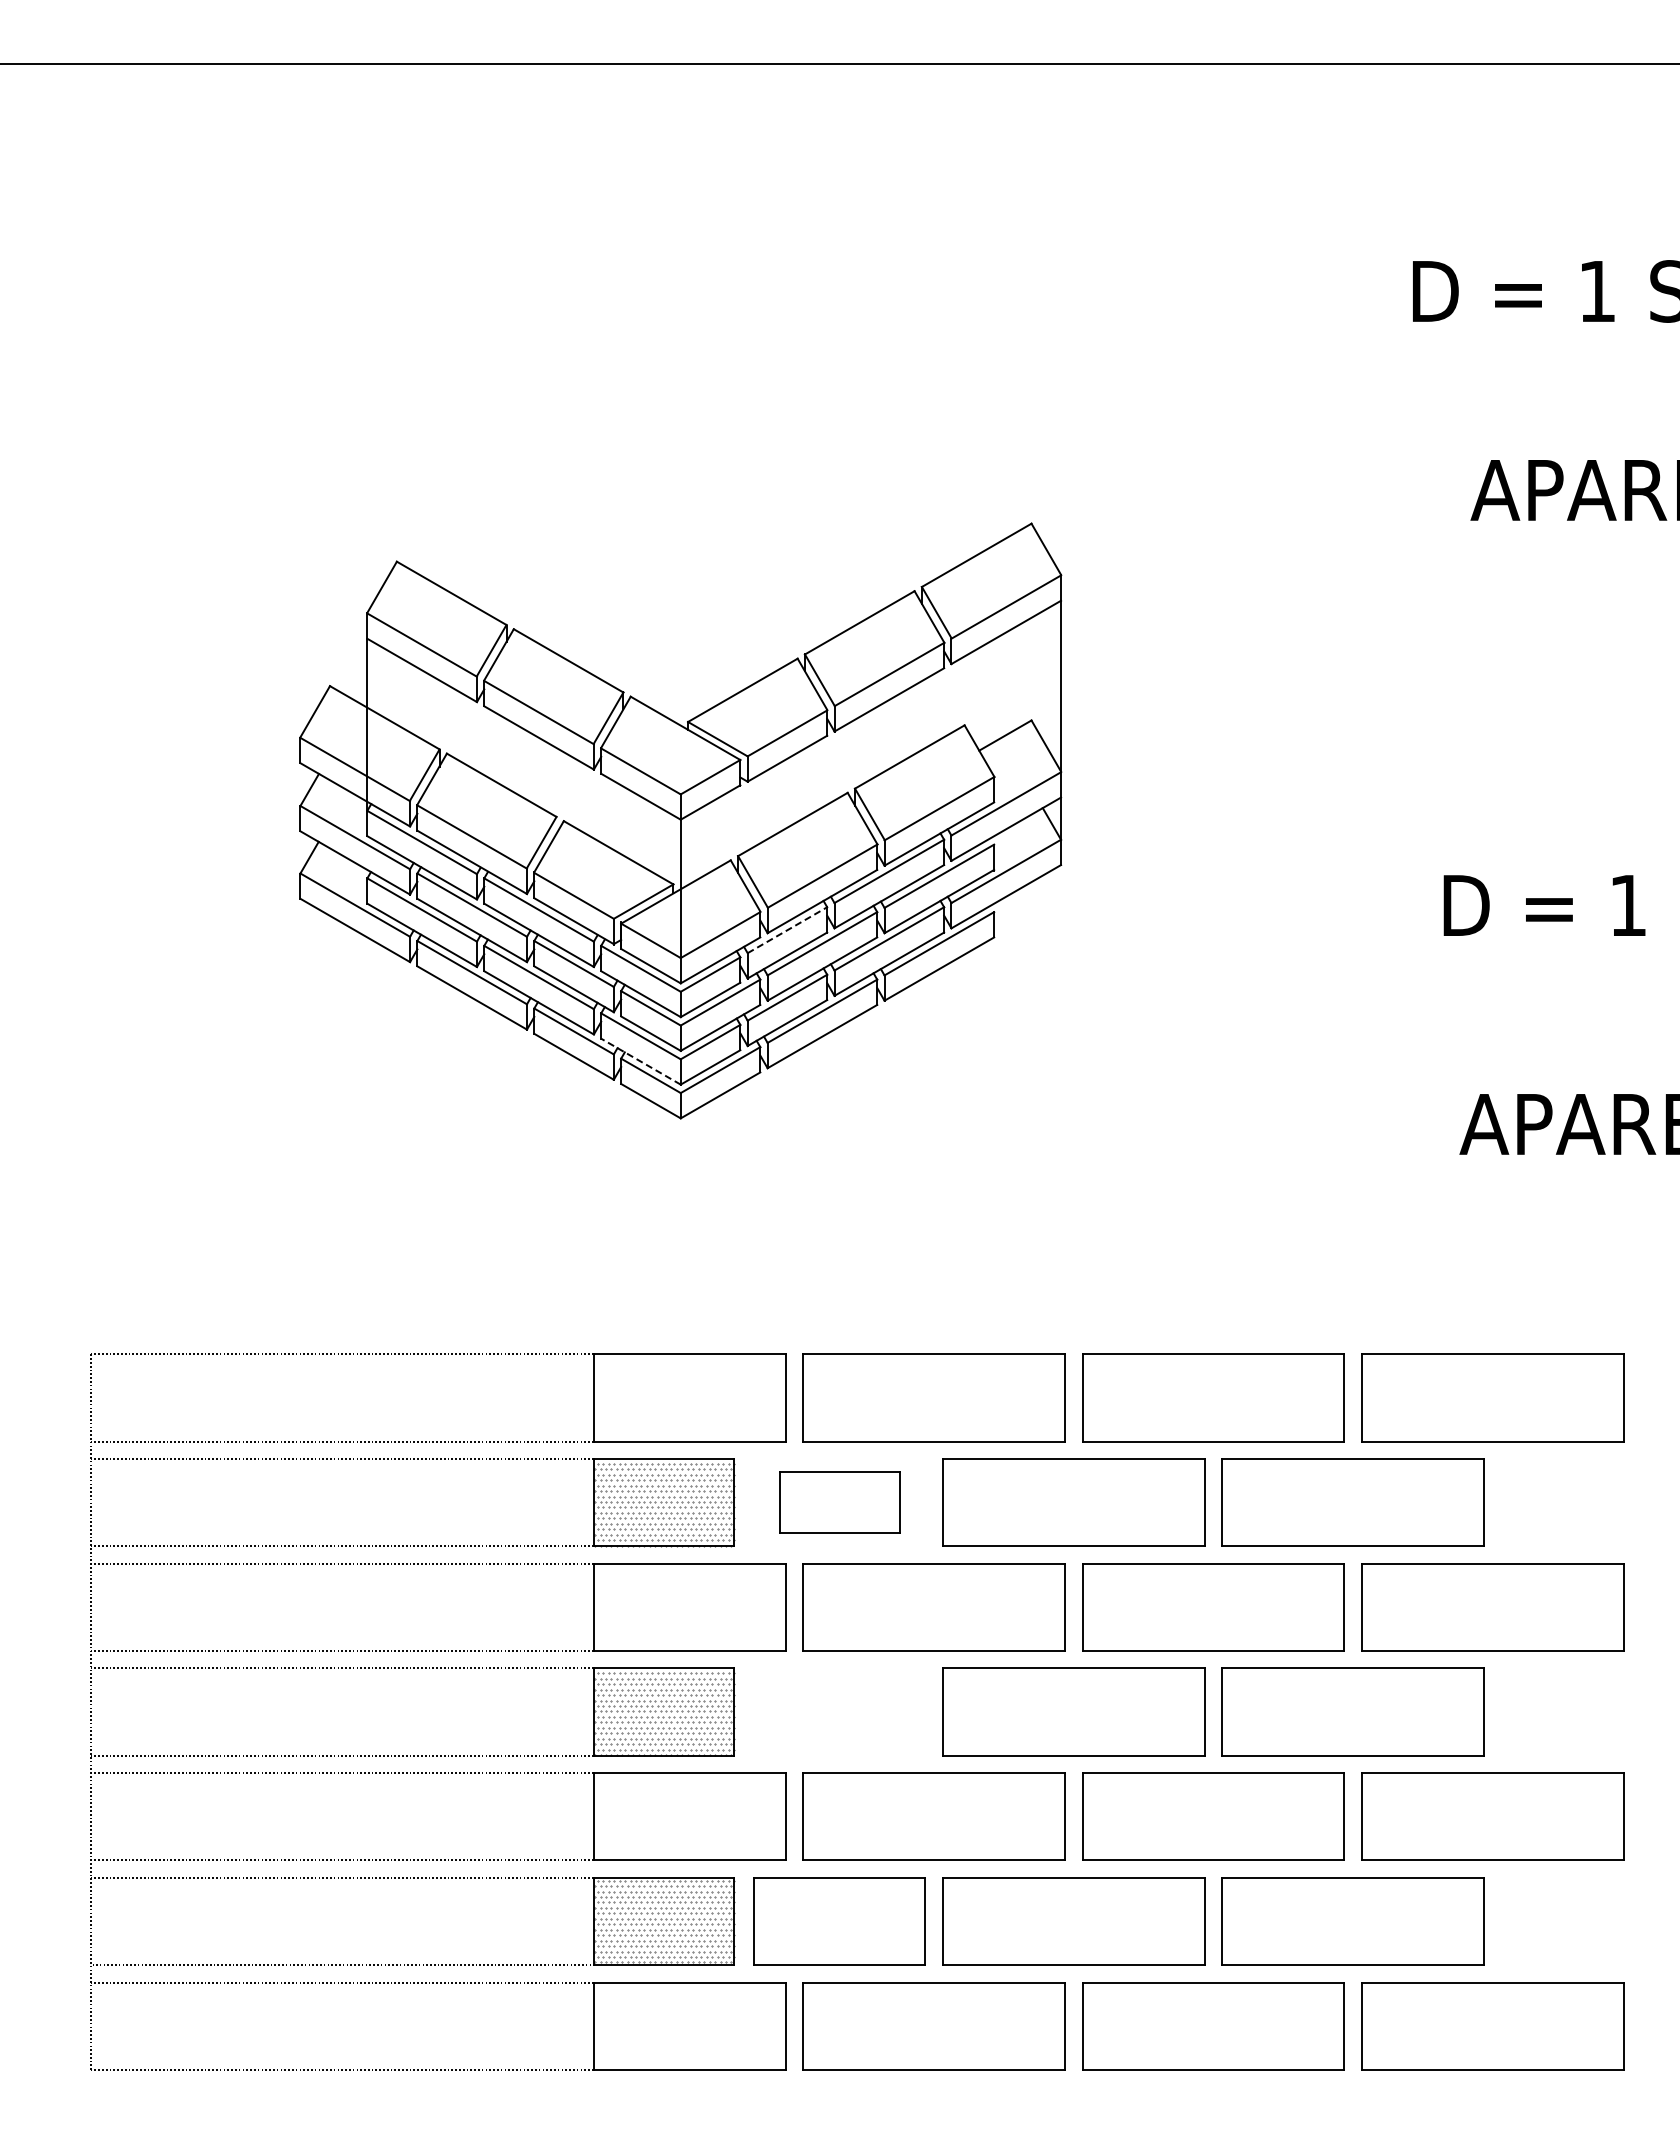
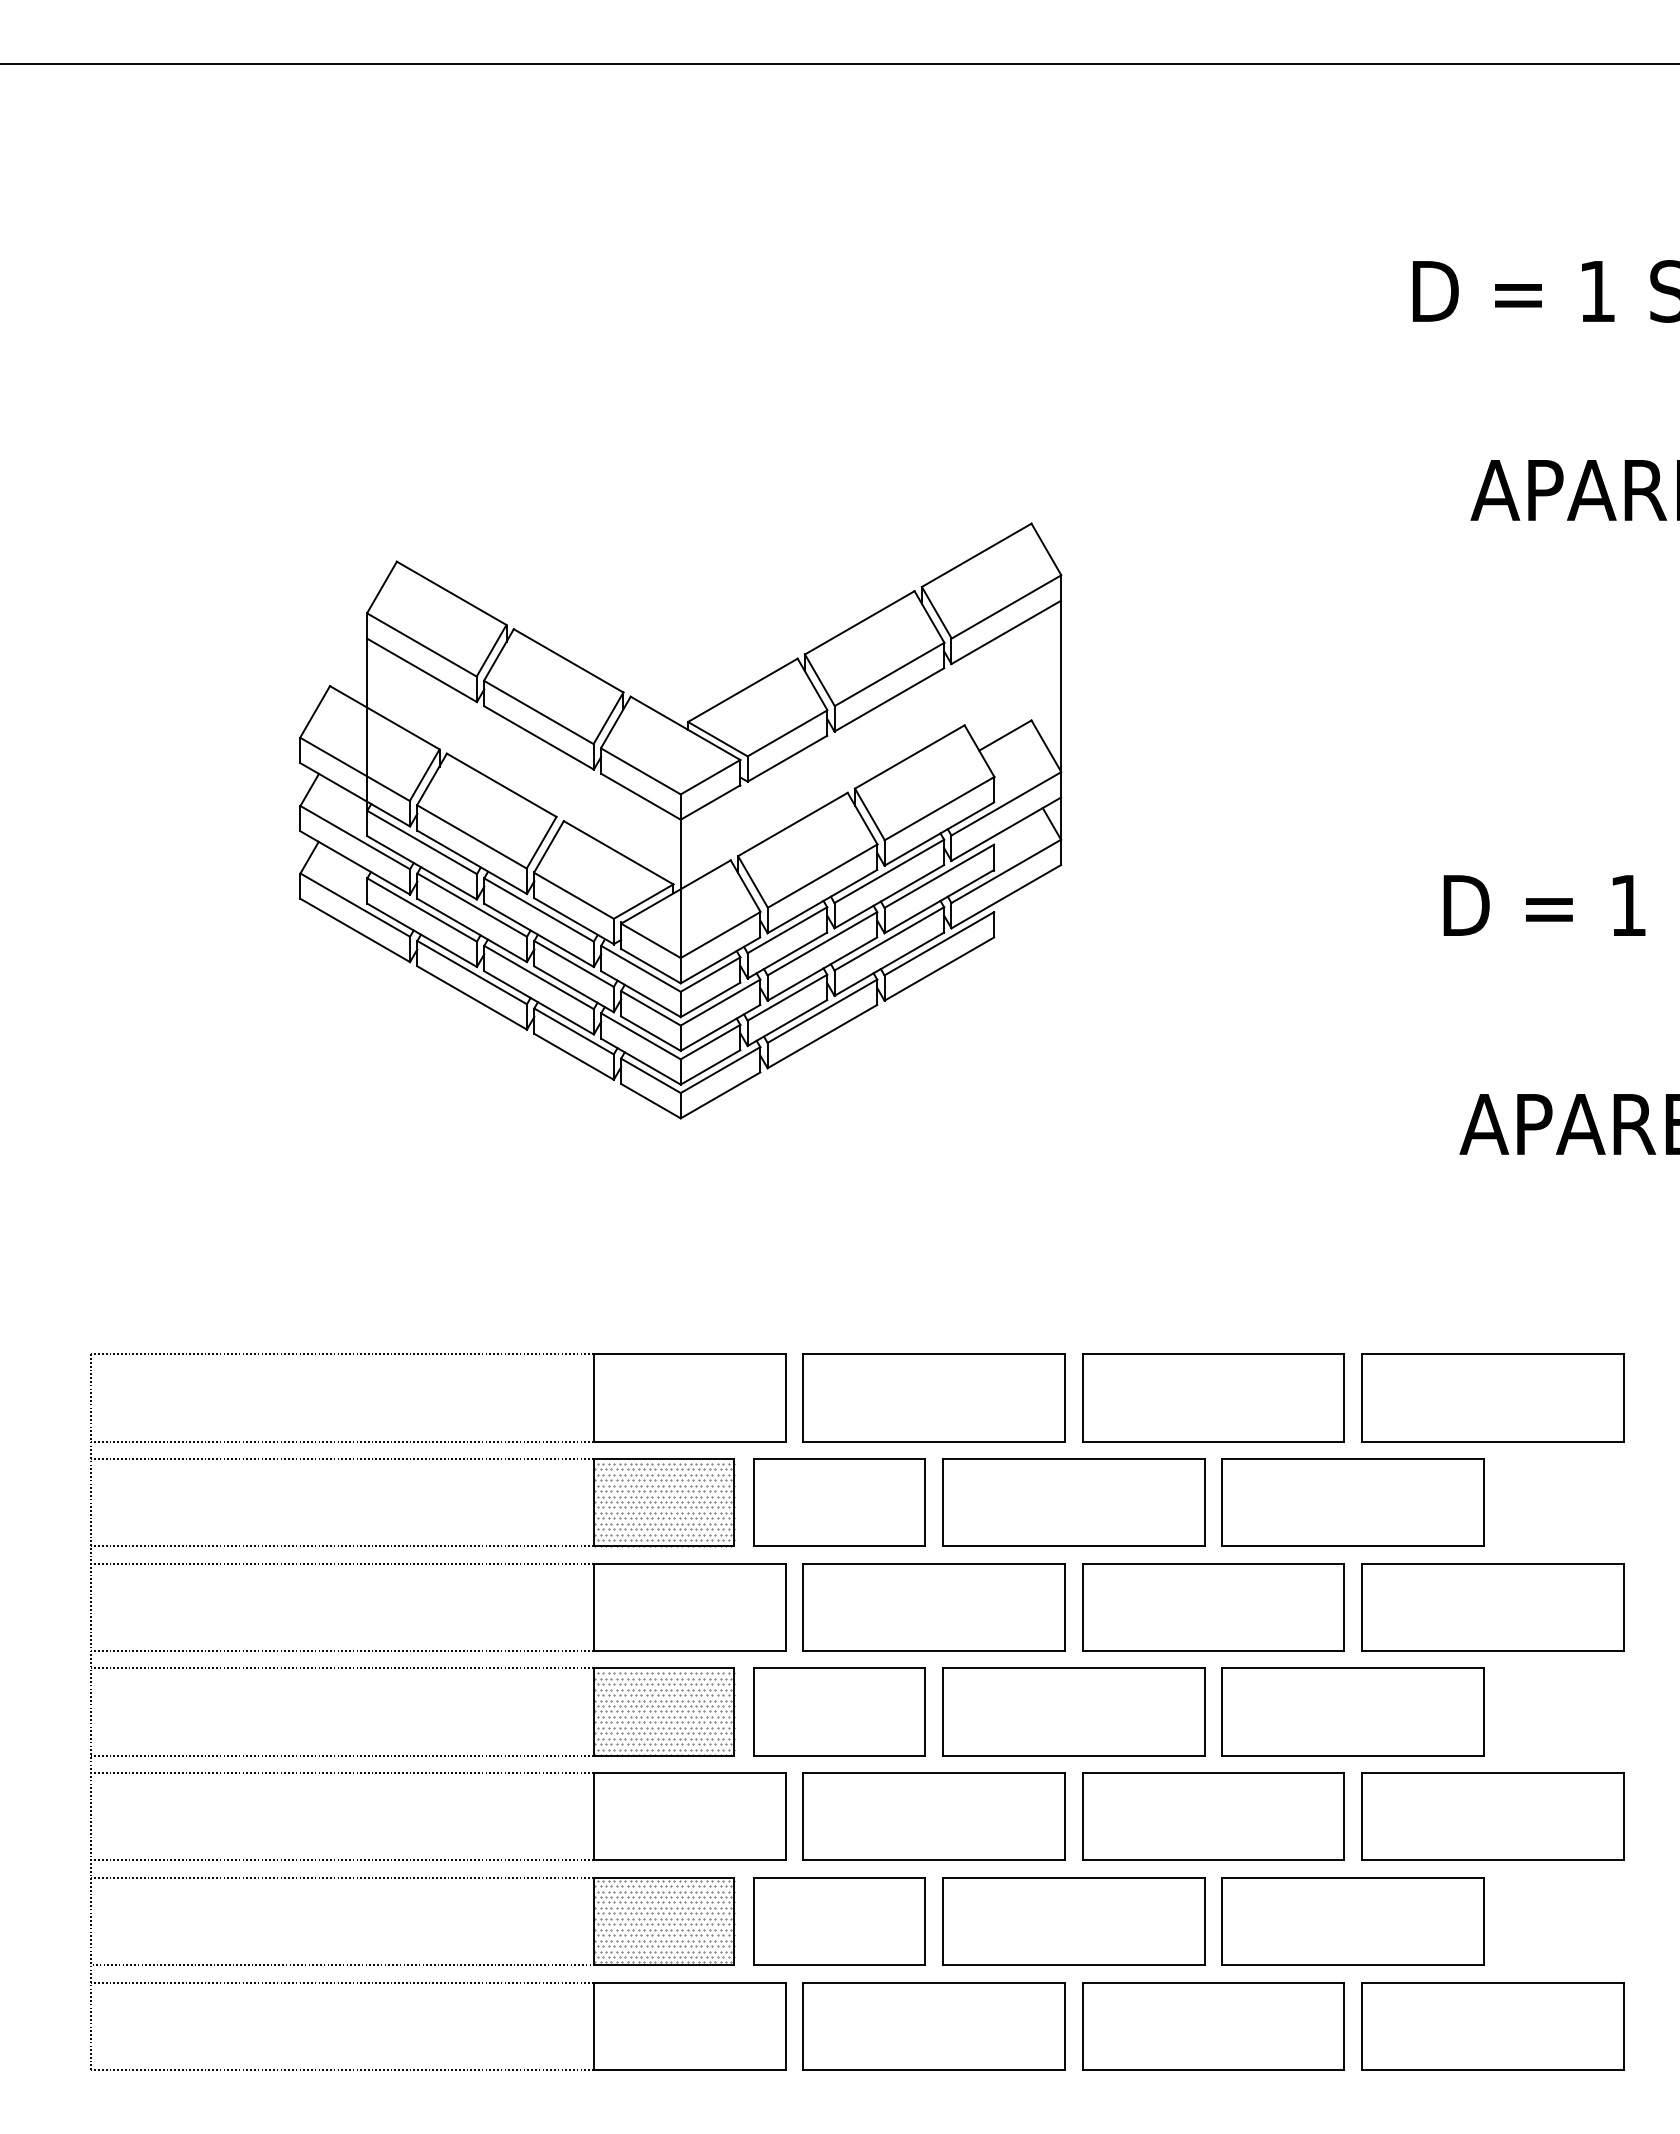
line at (787, 930): dashed -> solid
line at (640, 1061): dashed -> solid
part at (839, 1502) size: 122x63 px -> 173x89 px
part at (839, 1711): none -> present
